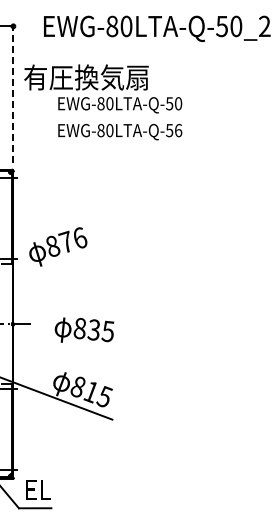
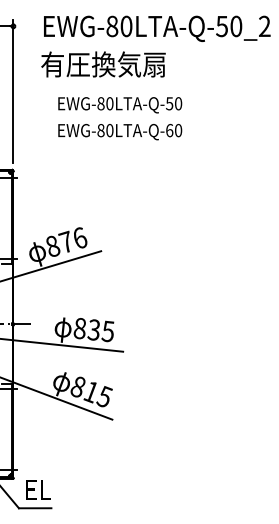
text at (86, 77) position: (86, 77) -> (103, 64)
line at (13, 91): dashed -> solid
text at (173, 130): EWG-80LTA-Q-56 -> EWG-80LTA-Q-60
line at (51, 265): none -> present
line at (62, 345): none -> present
